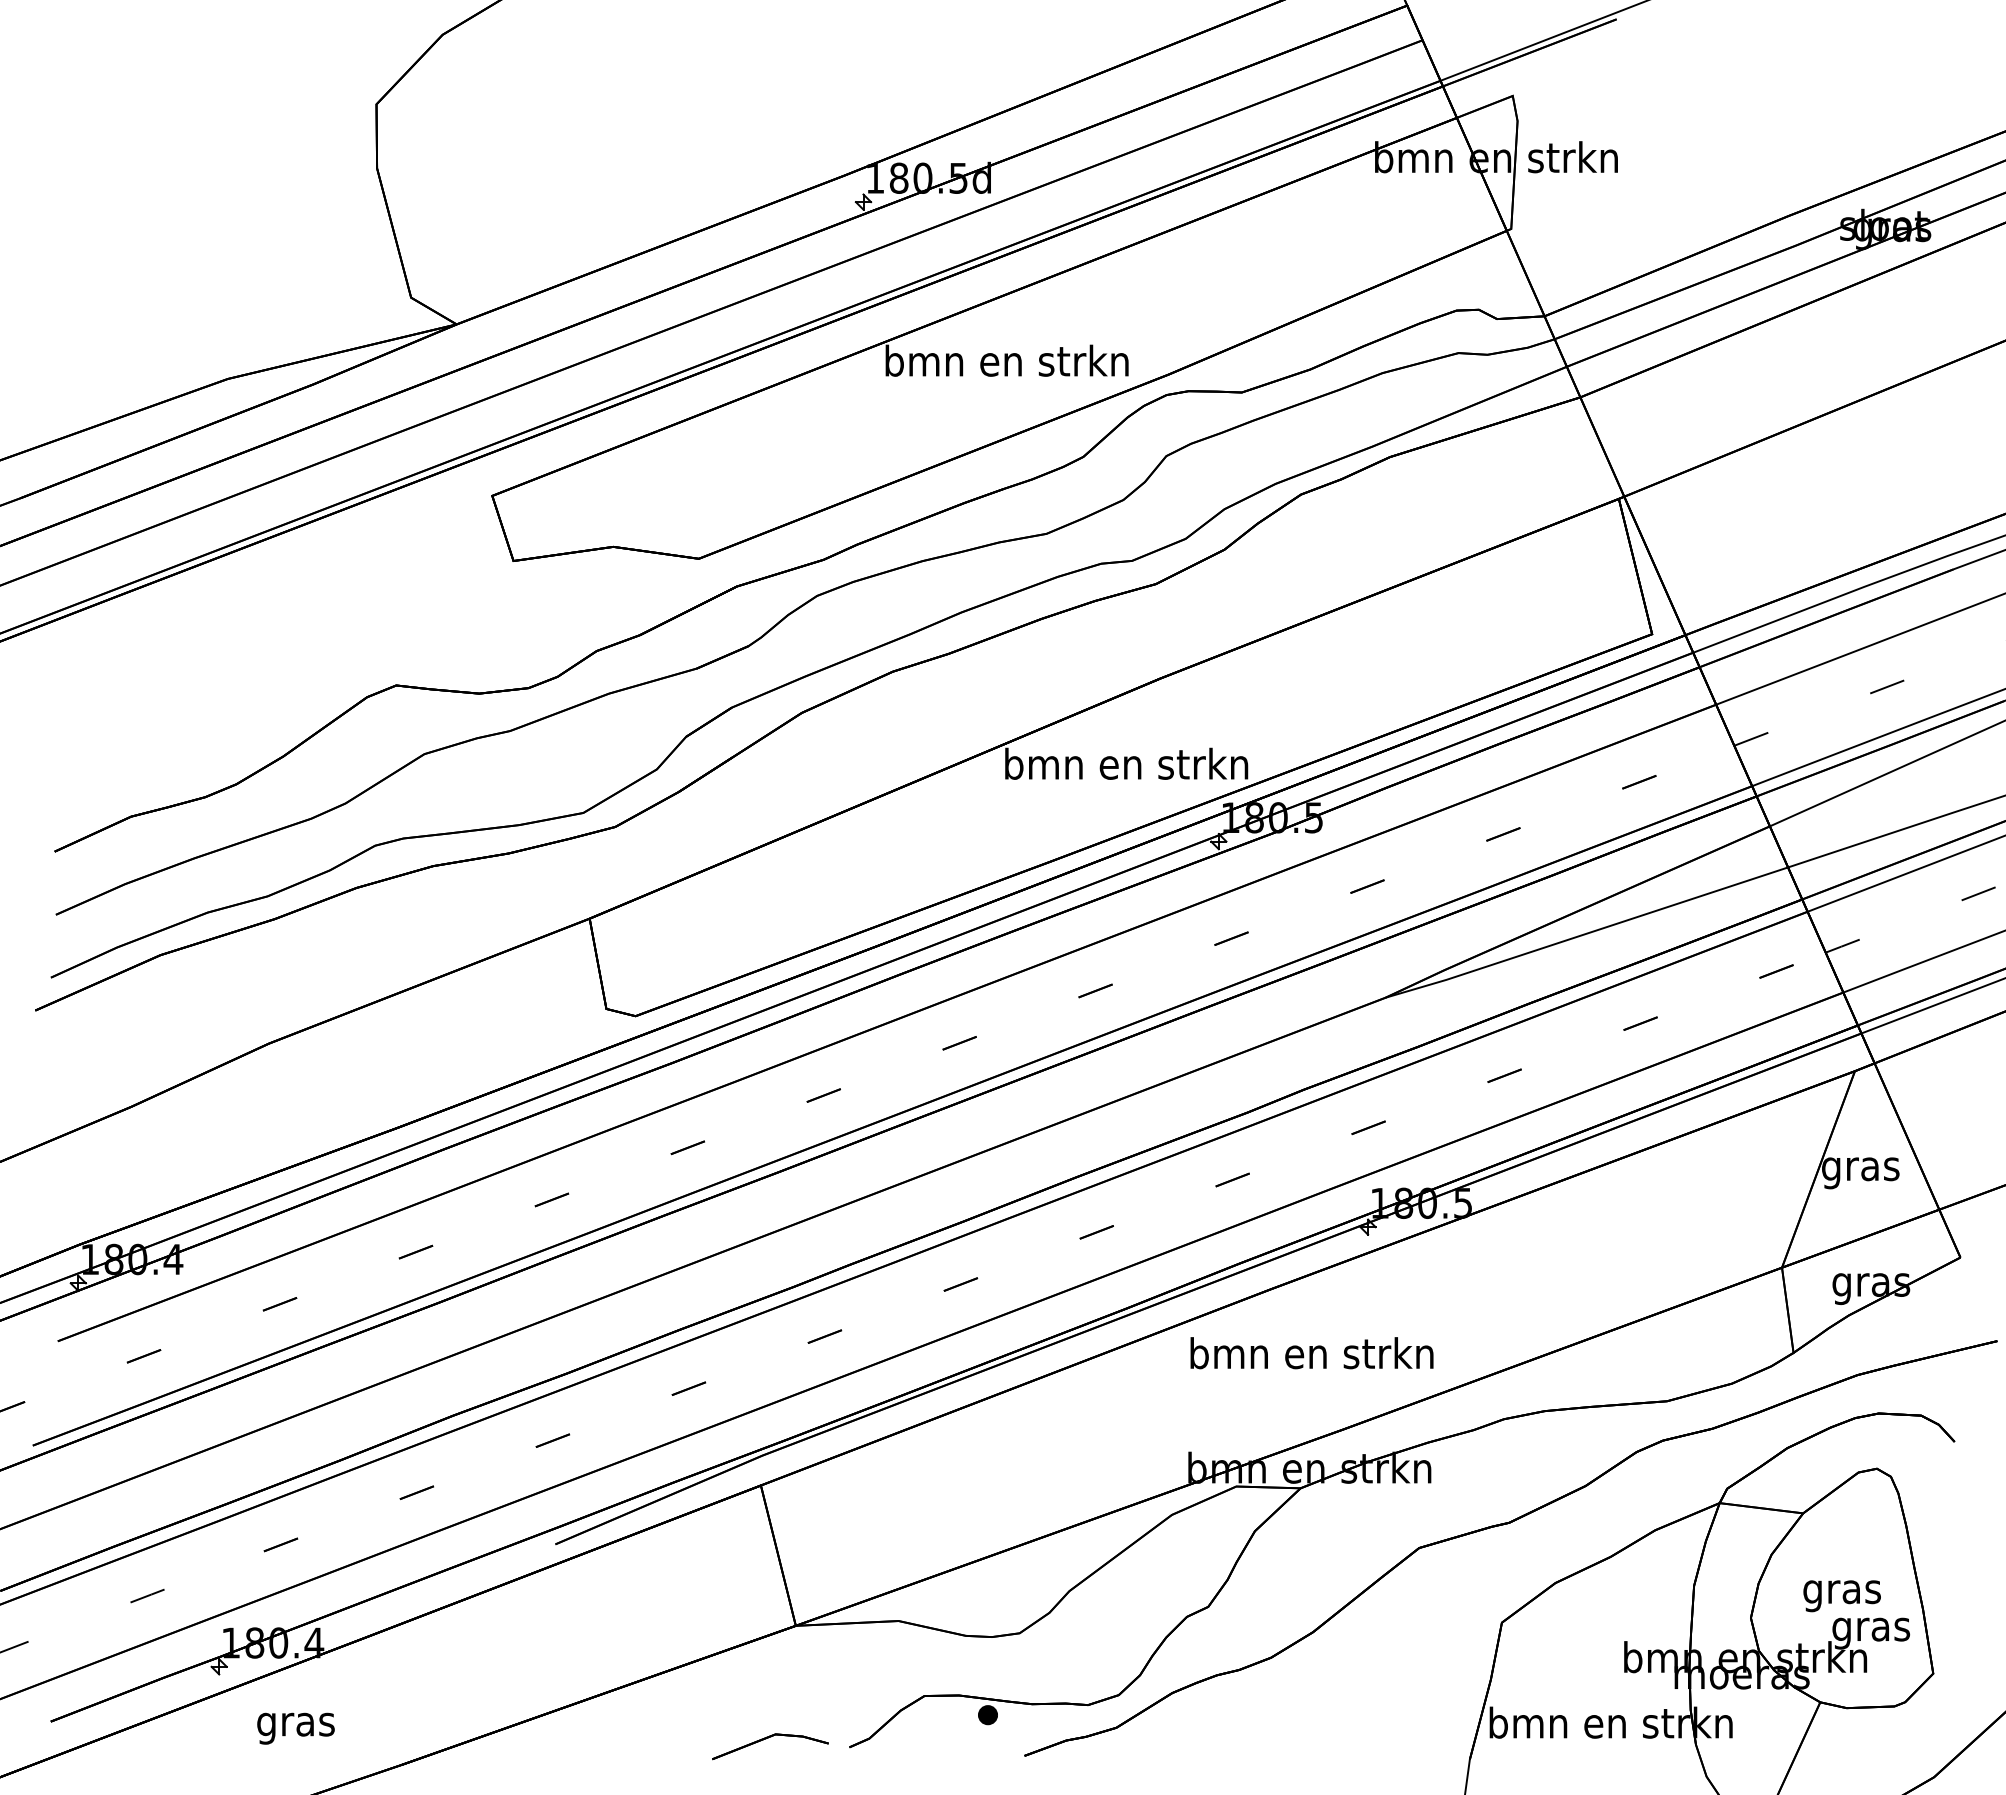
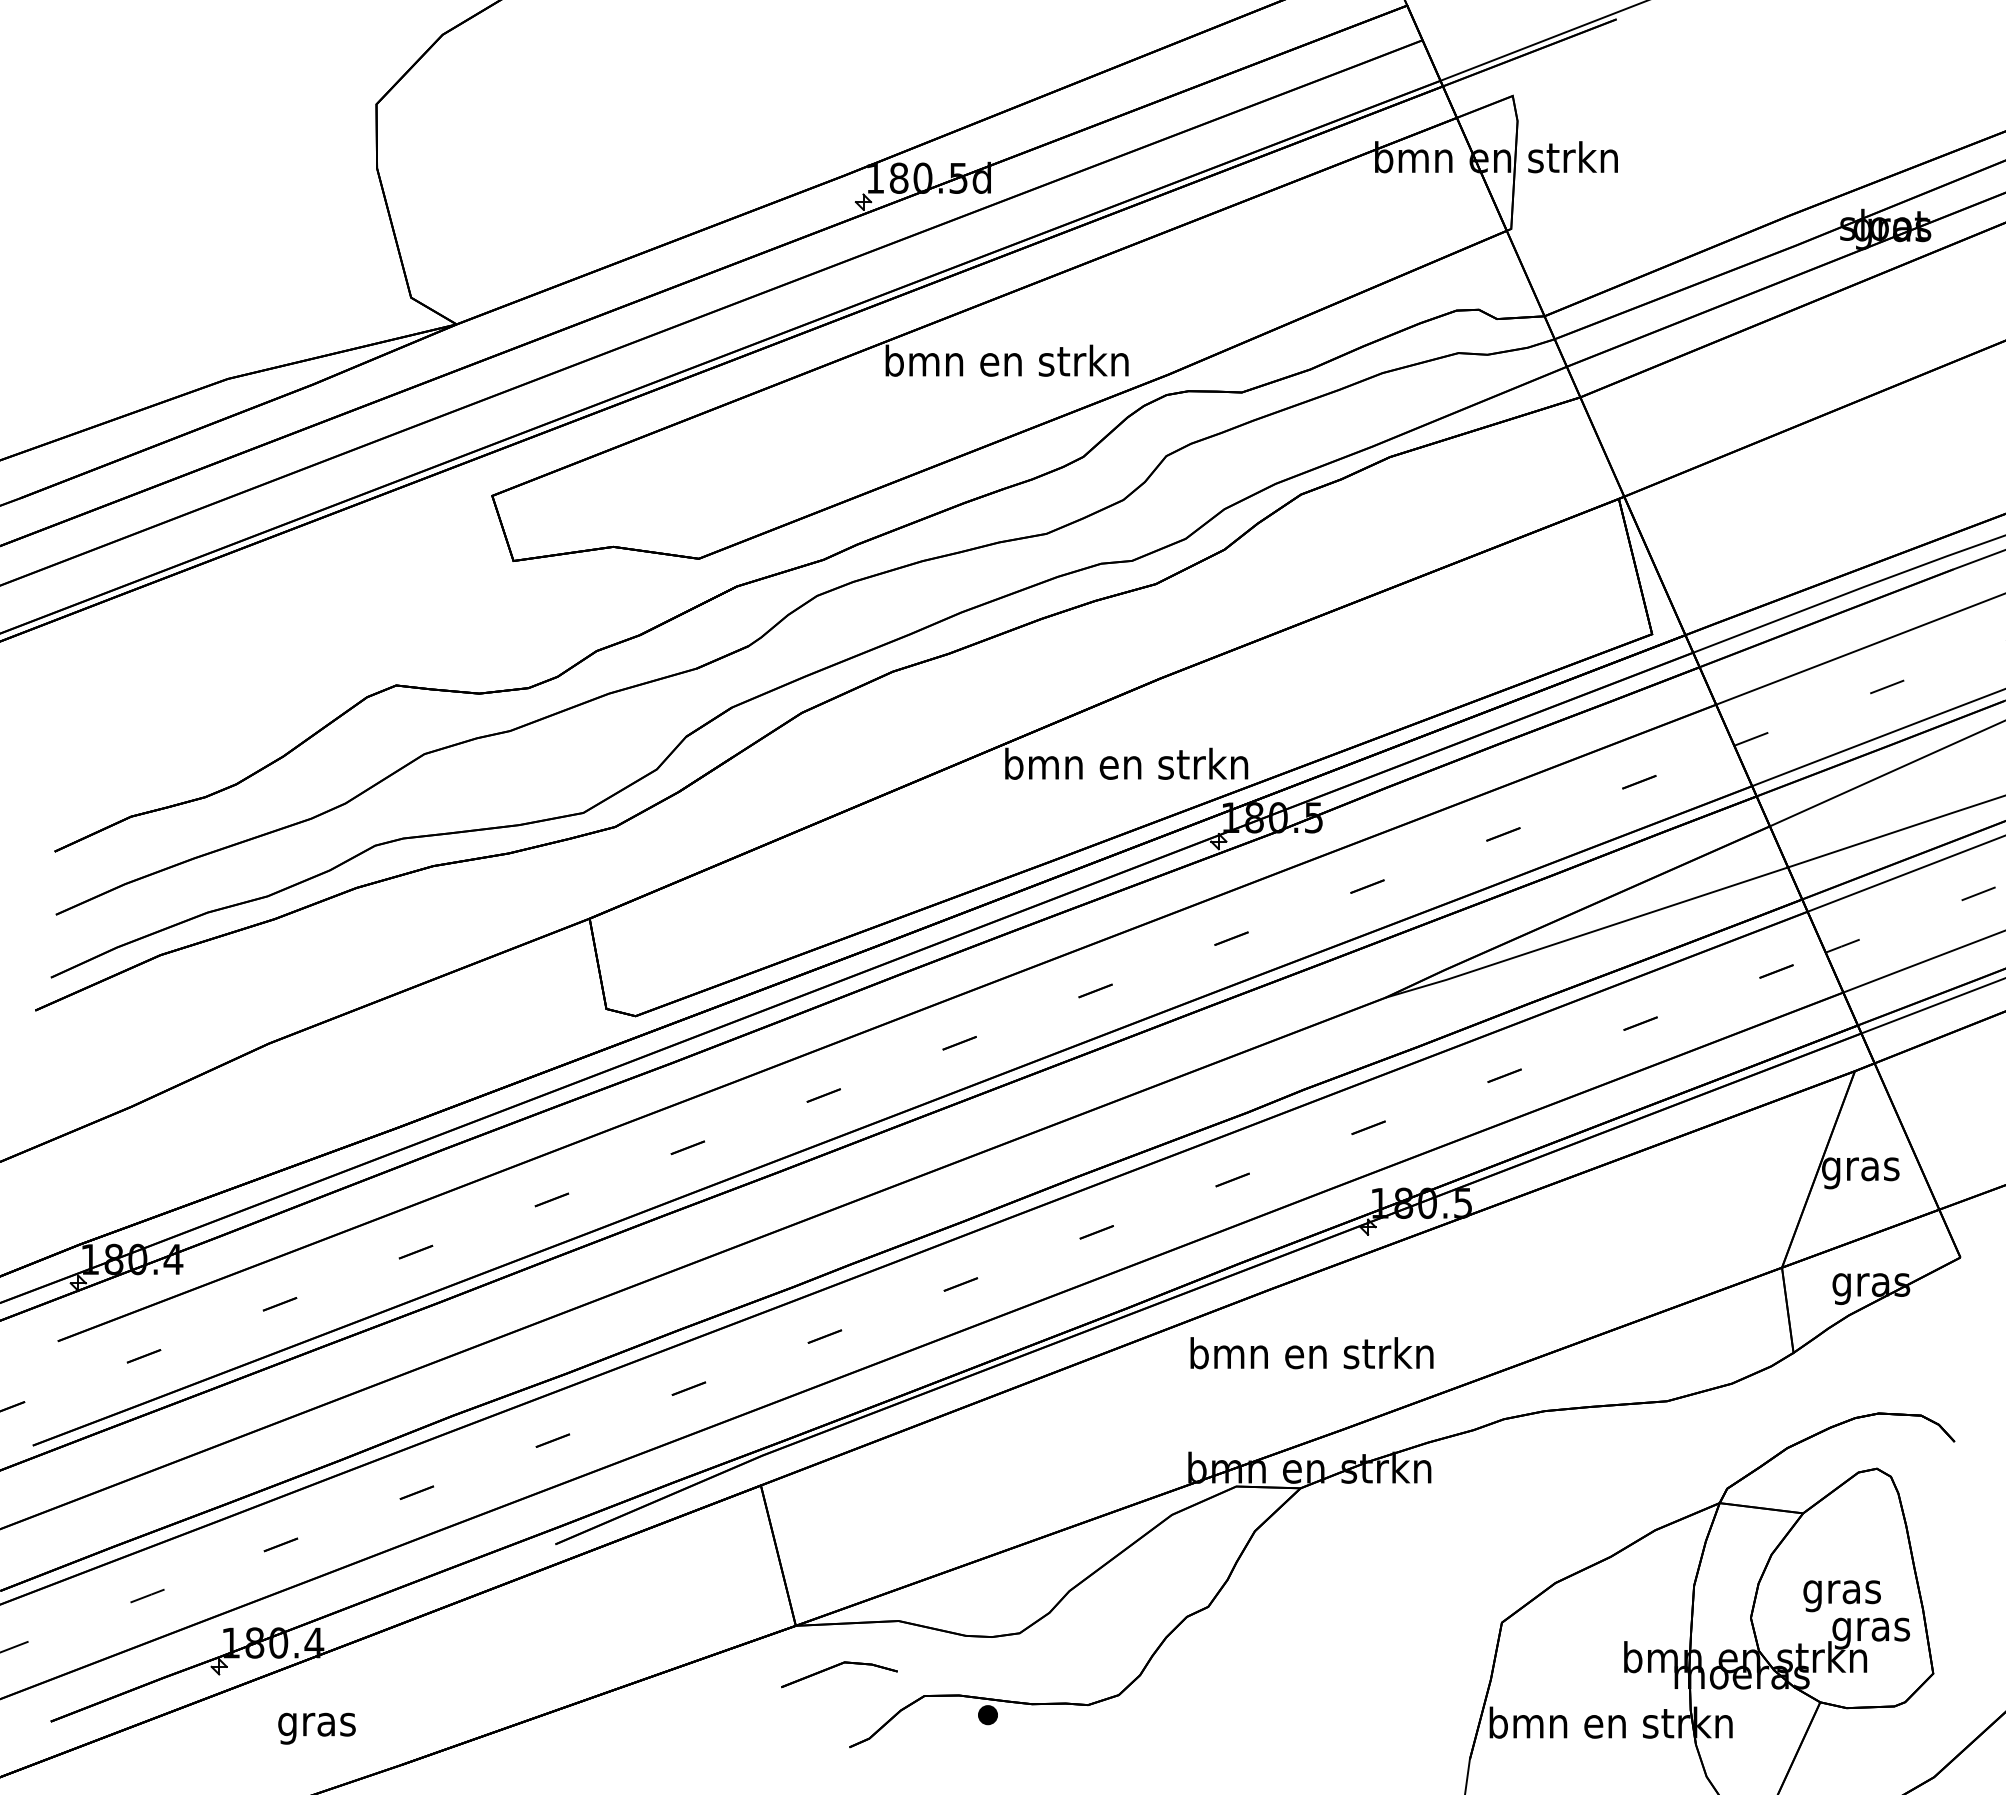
part at (1503, 1525): present -> none
text at (295, 1728) position: (295, 1728) -> (316, 1728)
part at (766, 1739) position: (766, 1739) -> (835, 1667)
